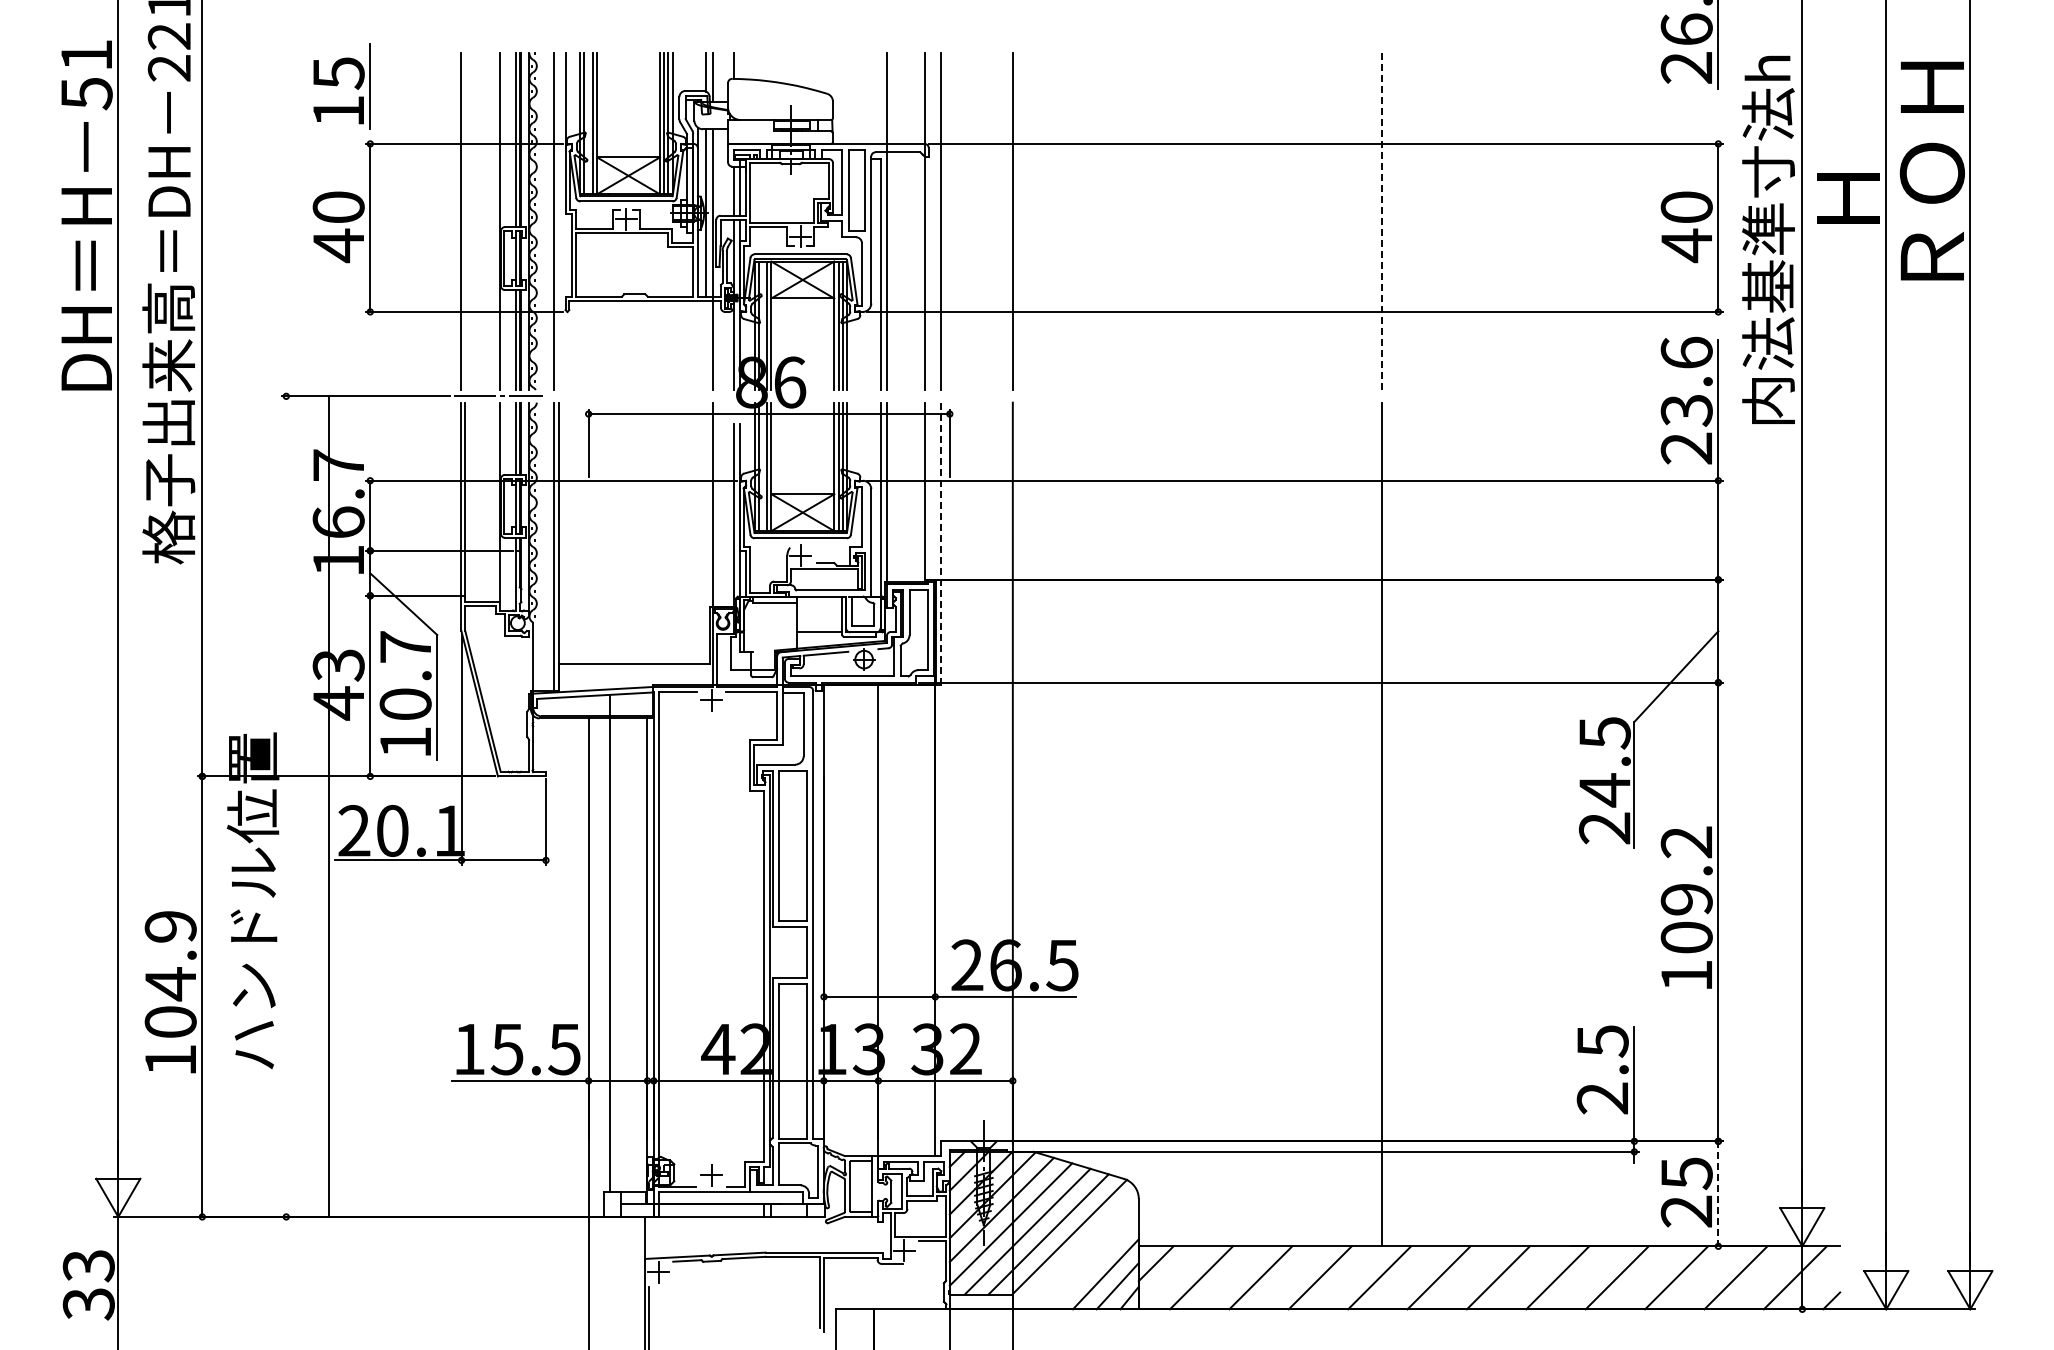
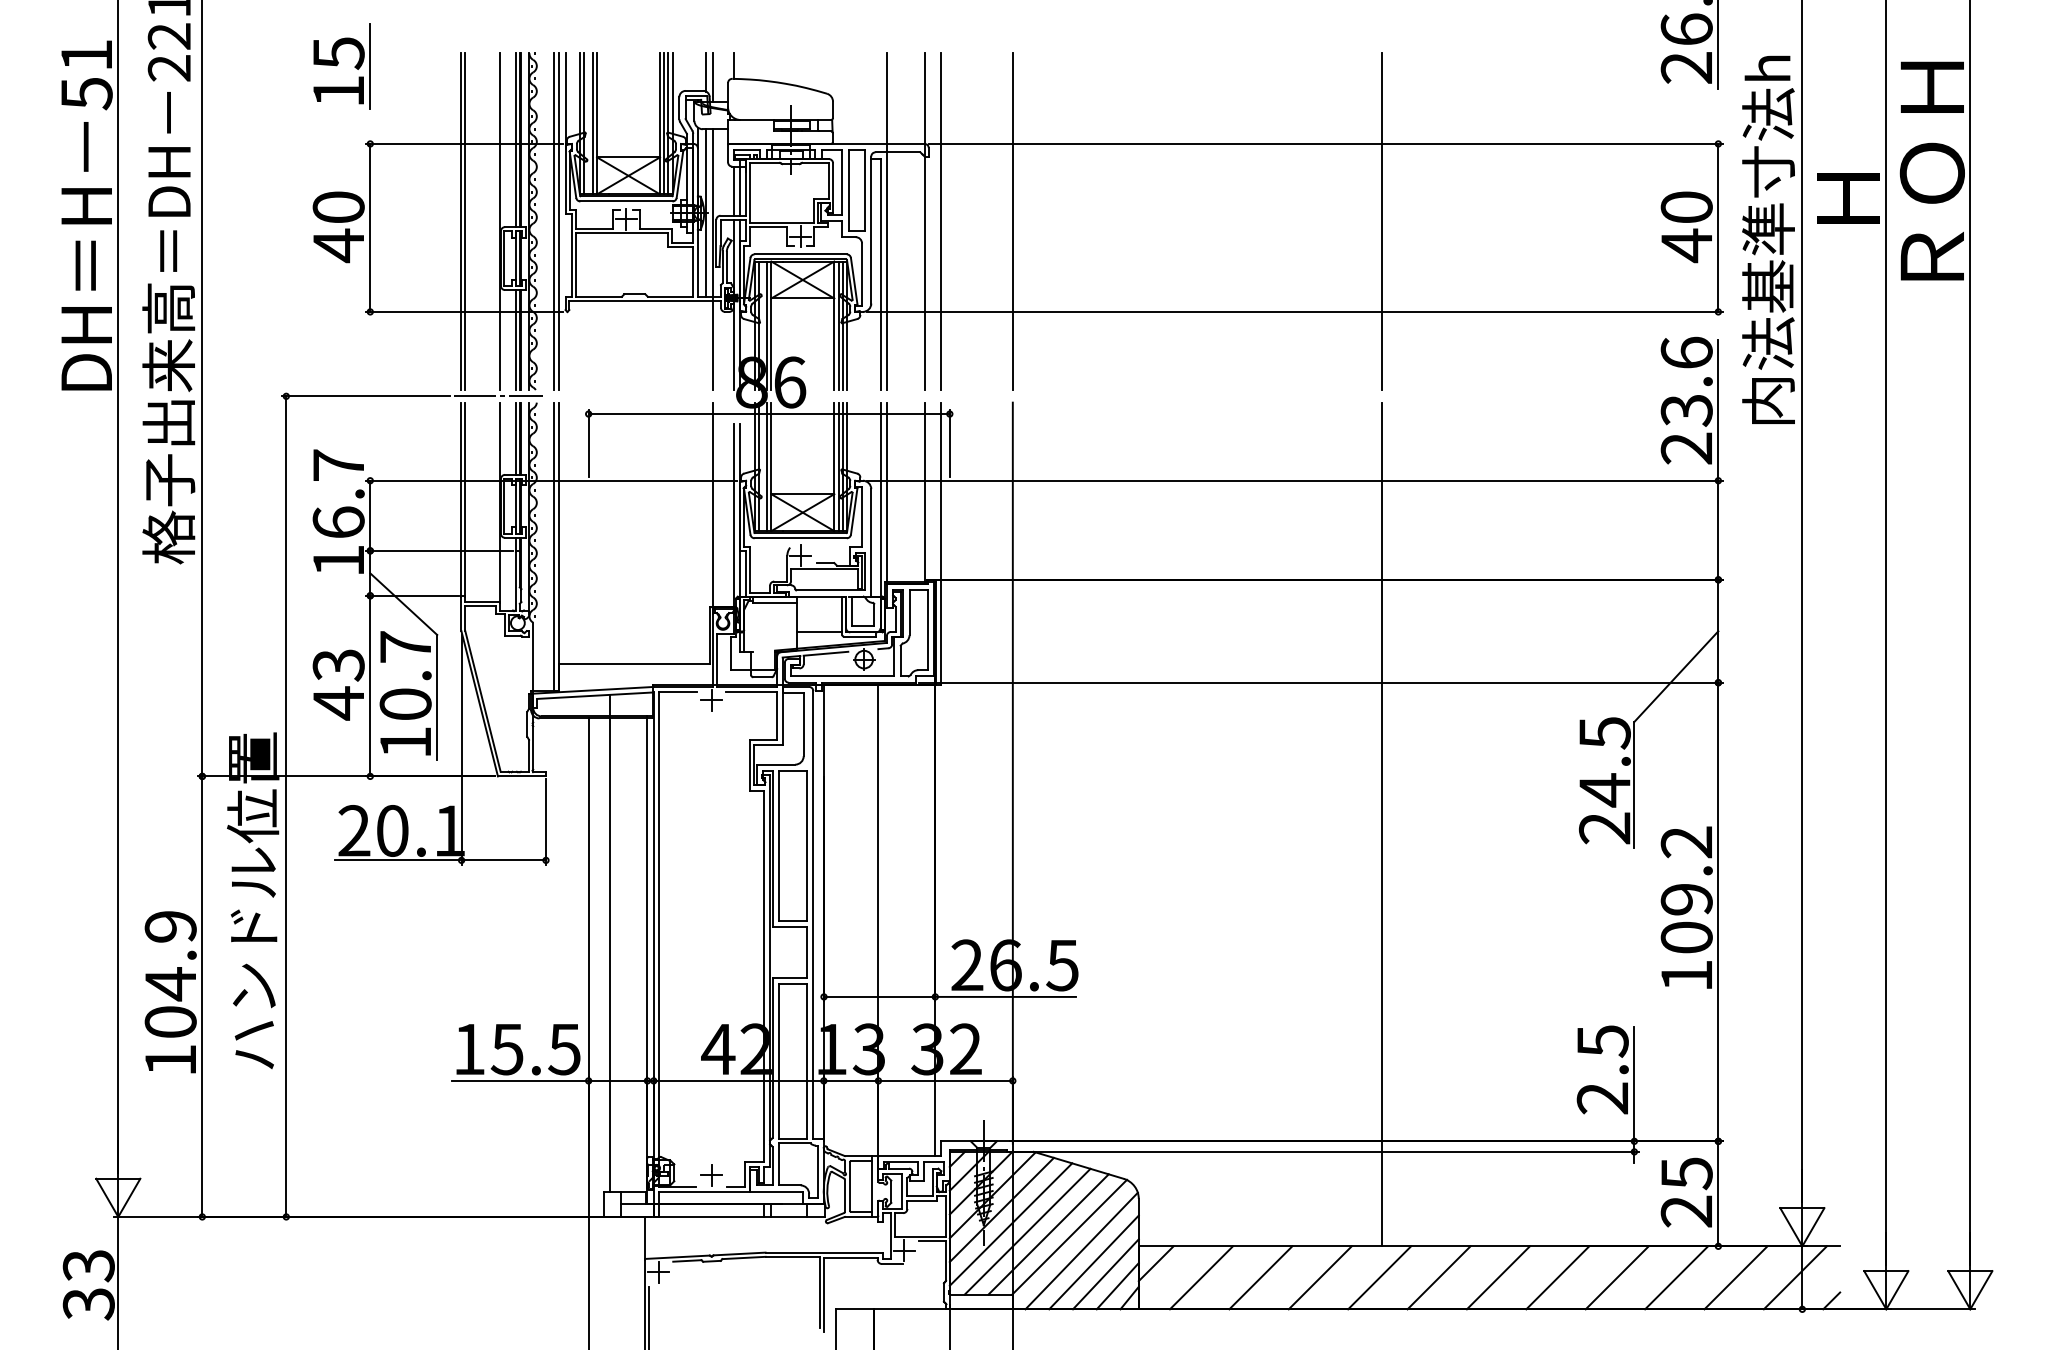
part at (341, 86) position: (341, 86) -> (341, 66)
line at (464, 221): none -> present
line at (559, 221): none -> present
line at (1382, 222): dashed -> solid
line at (941, 543): dashed -> solid
line at (329, 806) position: (329, 806) -> (286, 806)
line at (1718, 1194): dashed -> solid
line at (1081, 1250): none -> present
line at (1093, 1262): none -> present
